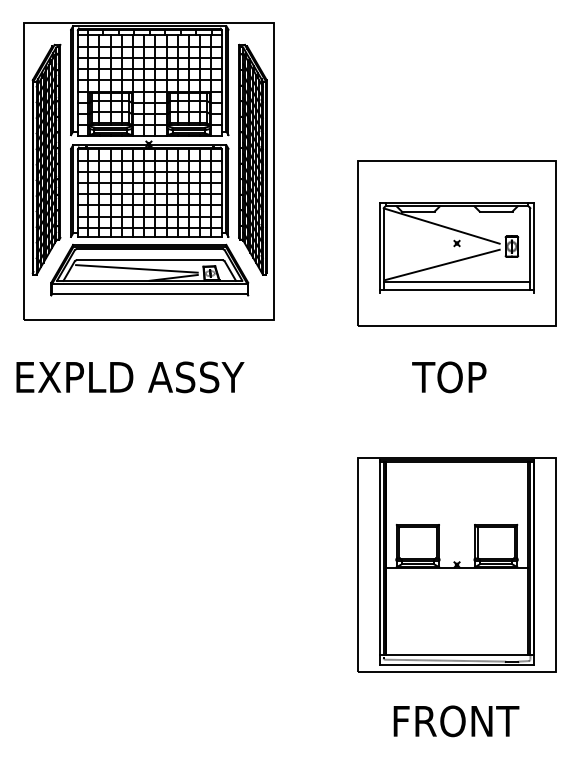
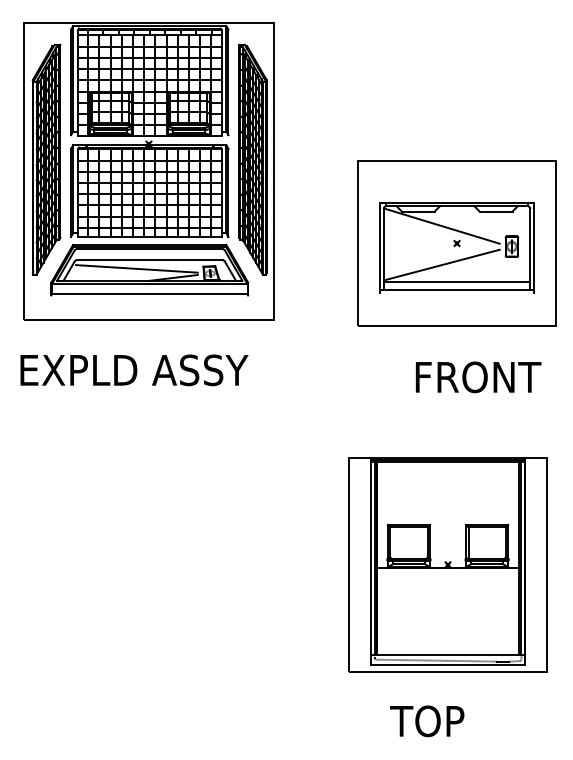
text at (130, 377) position: (130, 377) -> (134, 370)
text at (476, 377): TOP -> FRONT
part at (456, 564) position: (456, 564) -> (447, 564)
text at (454, 721): FRONT -> TOP
